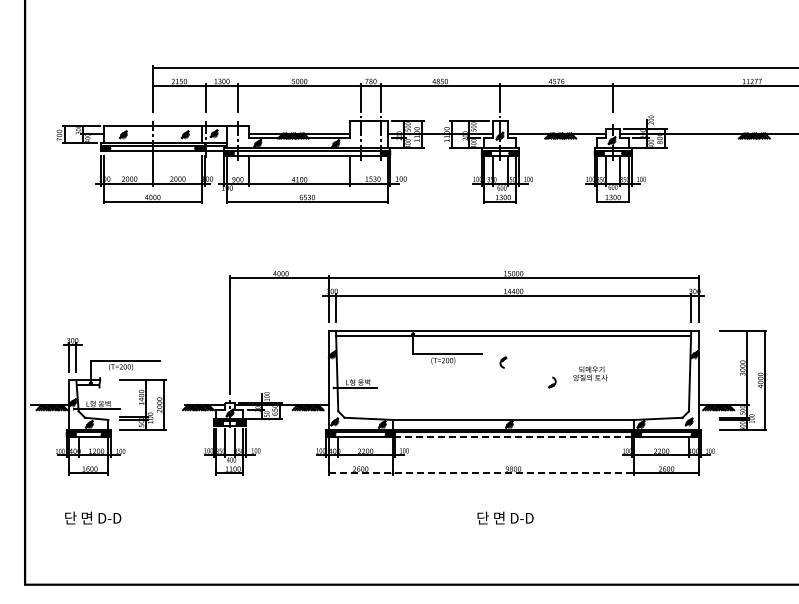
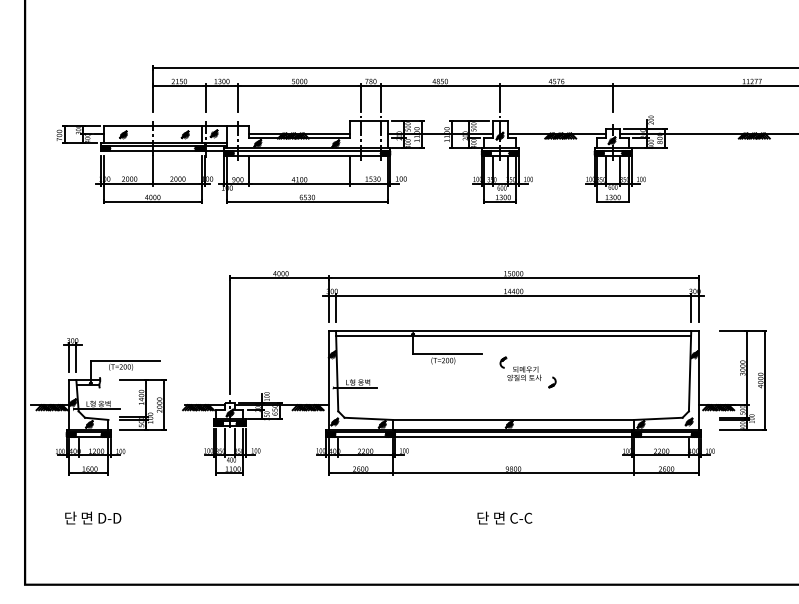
text at (590, 373) position: (590, 373) -> (524, 373)
line at (513, 437): dashed -> solid
line at (481, 473): dashed -> solid
text at (521, 517): 단 면 D-D -> 단 면 C-C
